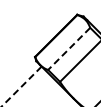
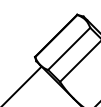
line at (69, 48): dashed -> solid
line at (21, 87): dashed -> solid
